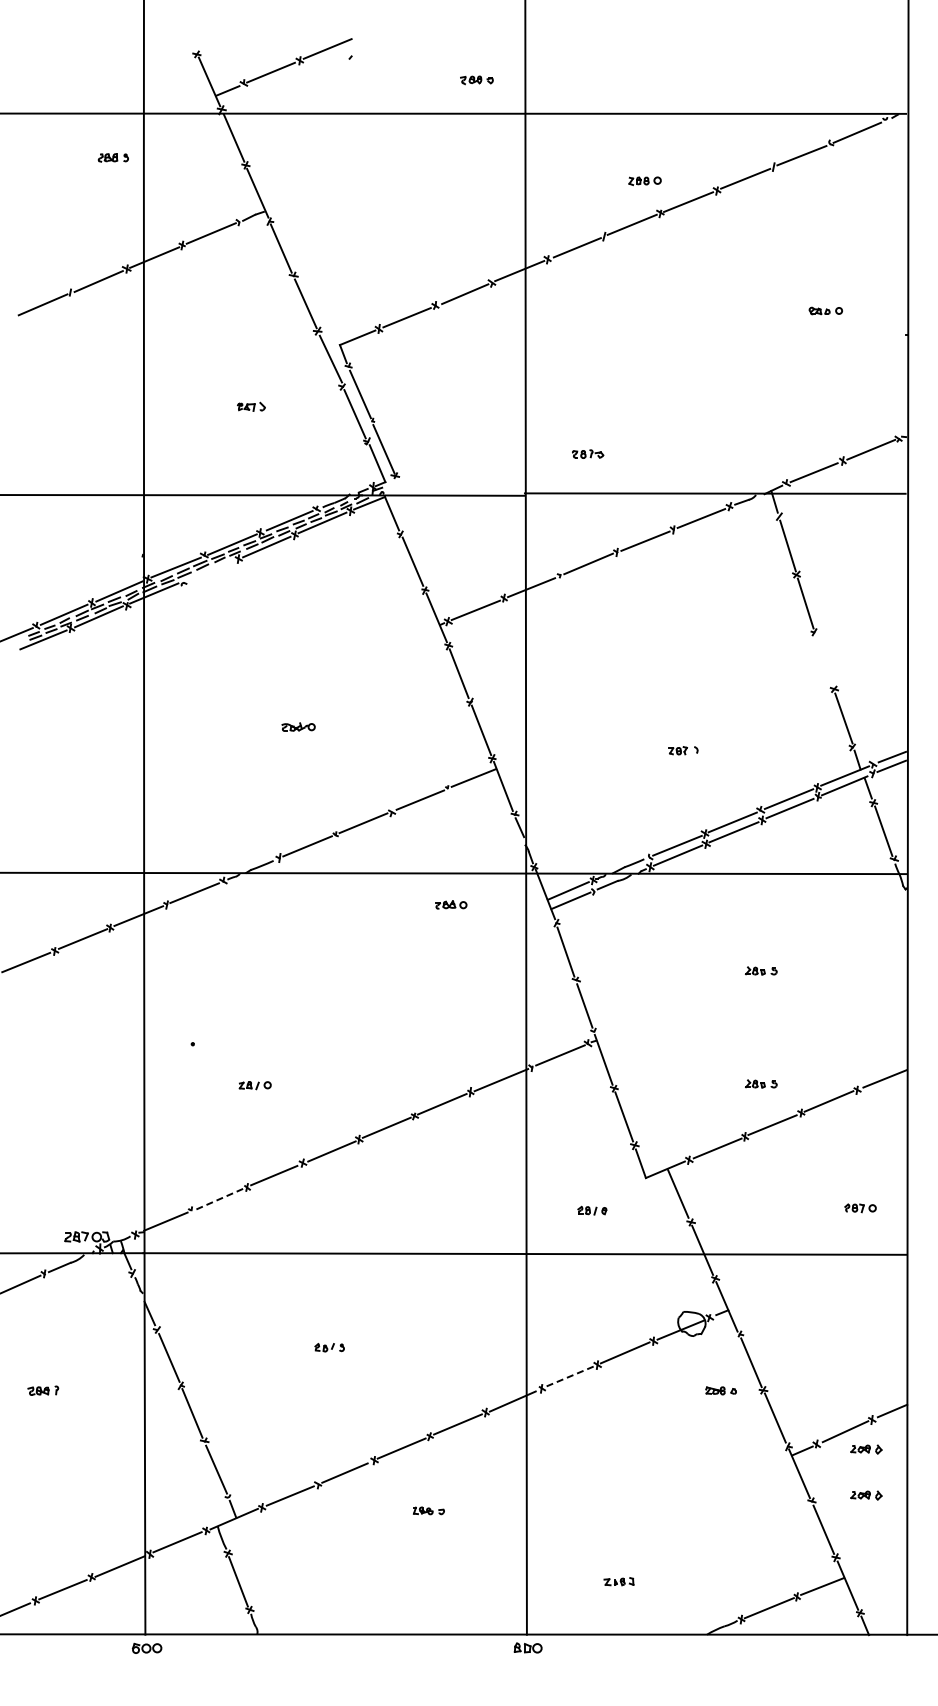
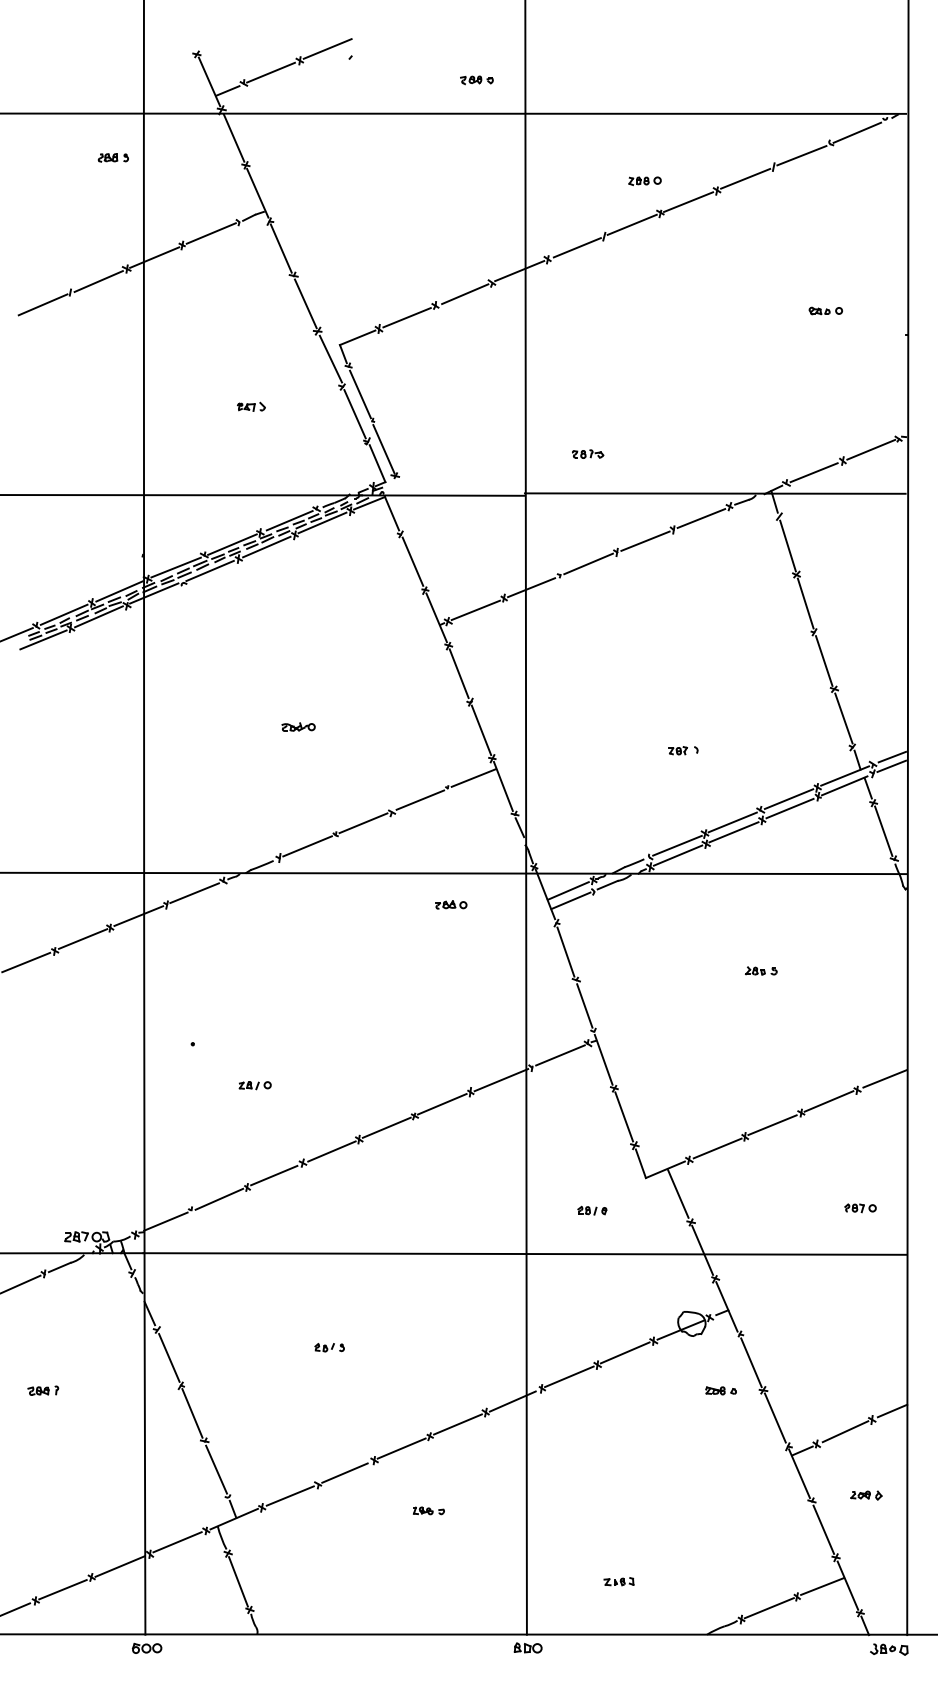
line at (209, 570): none -> present
line at (823, 660): none -> present
part at (761, 1083): present -> none
line at (219, 1199): dashed -> solid
line at (568, 1377): dashed -> solid
part at (866, 1449): present -> none
part at (889, 1649): none -> present
